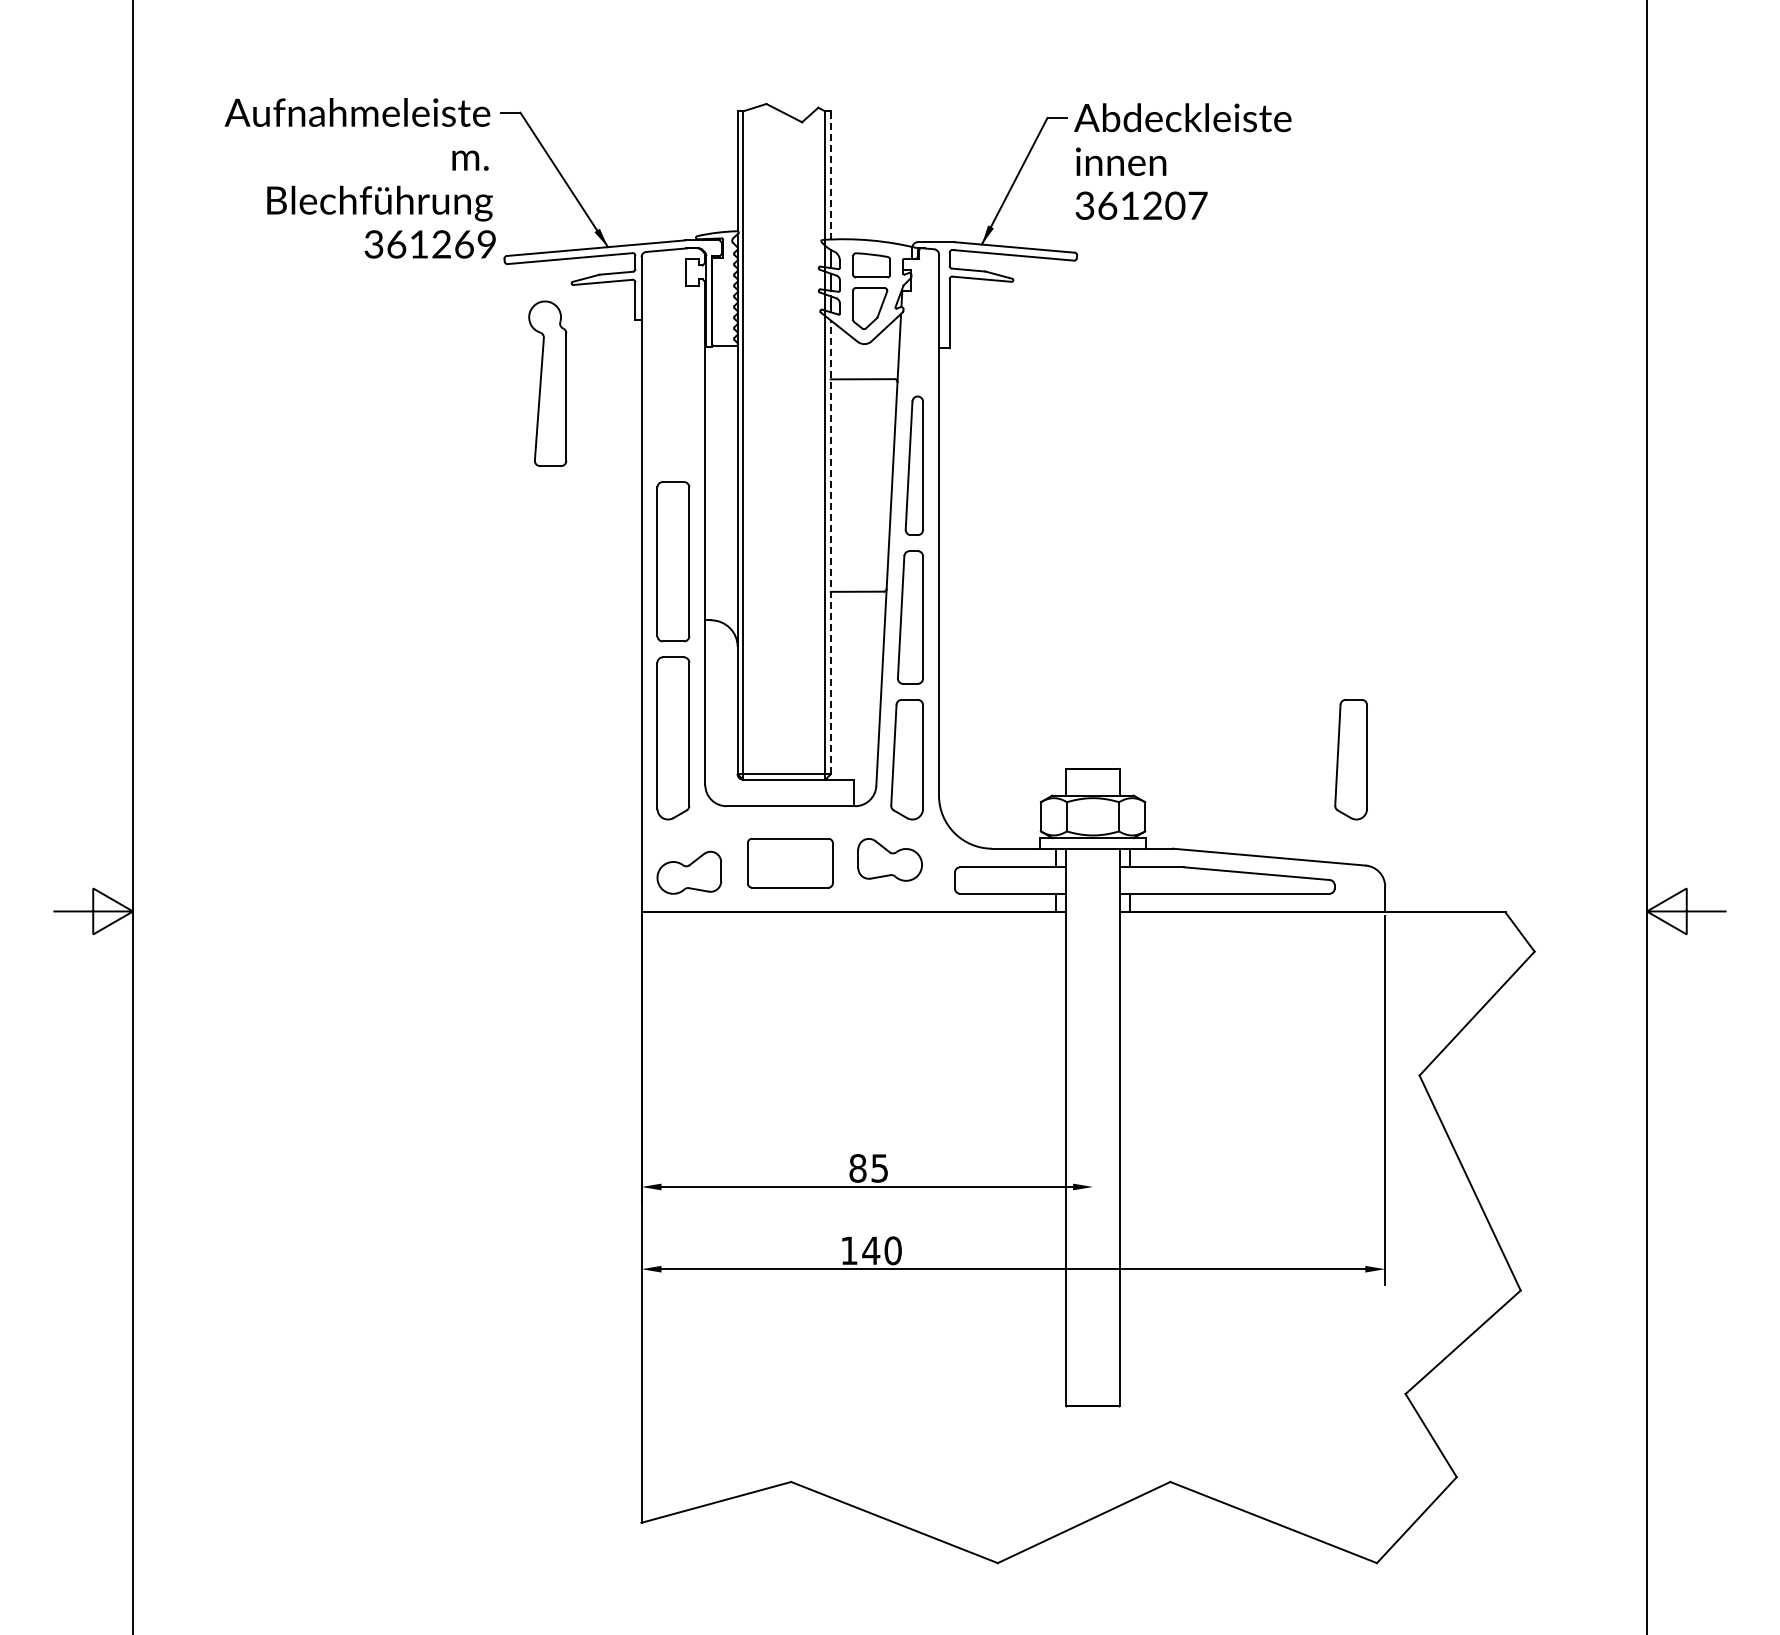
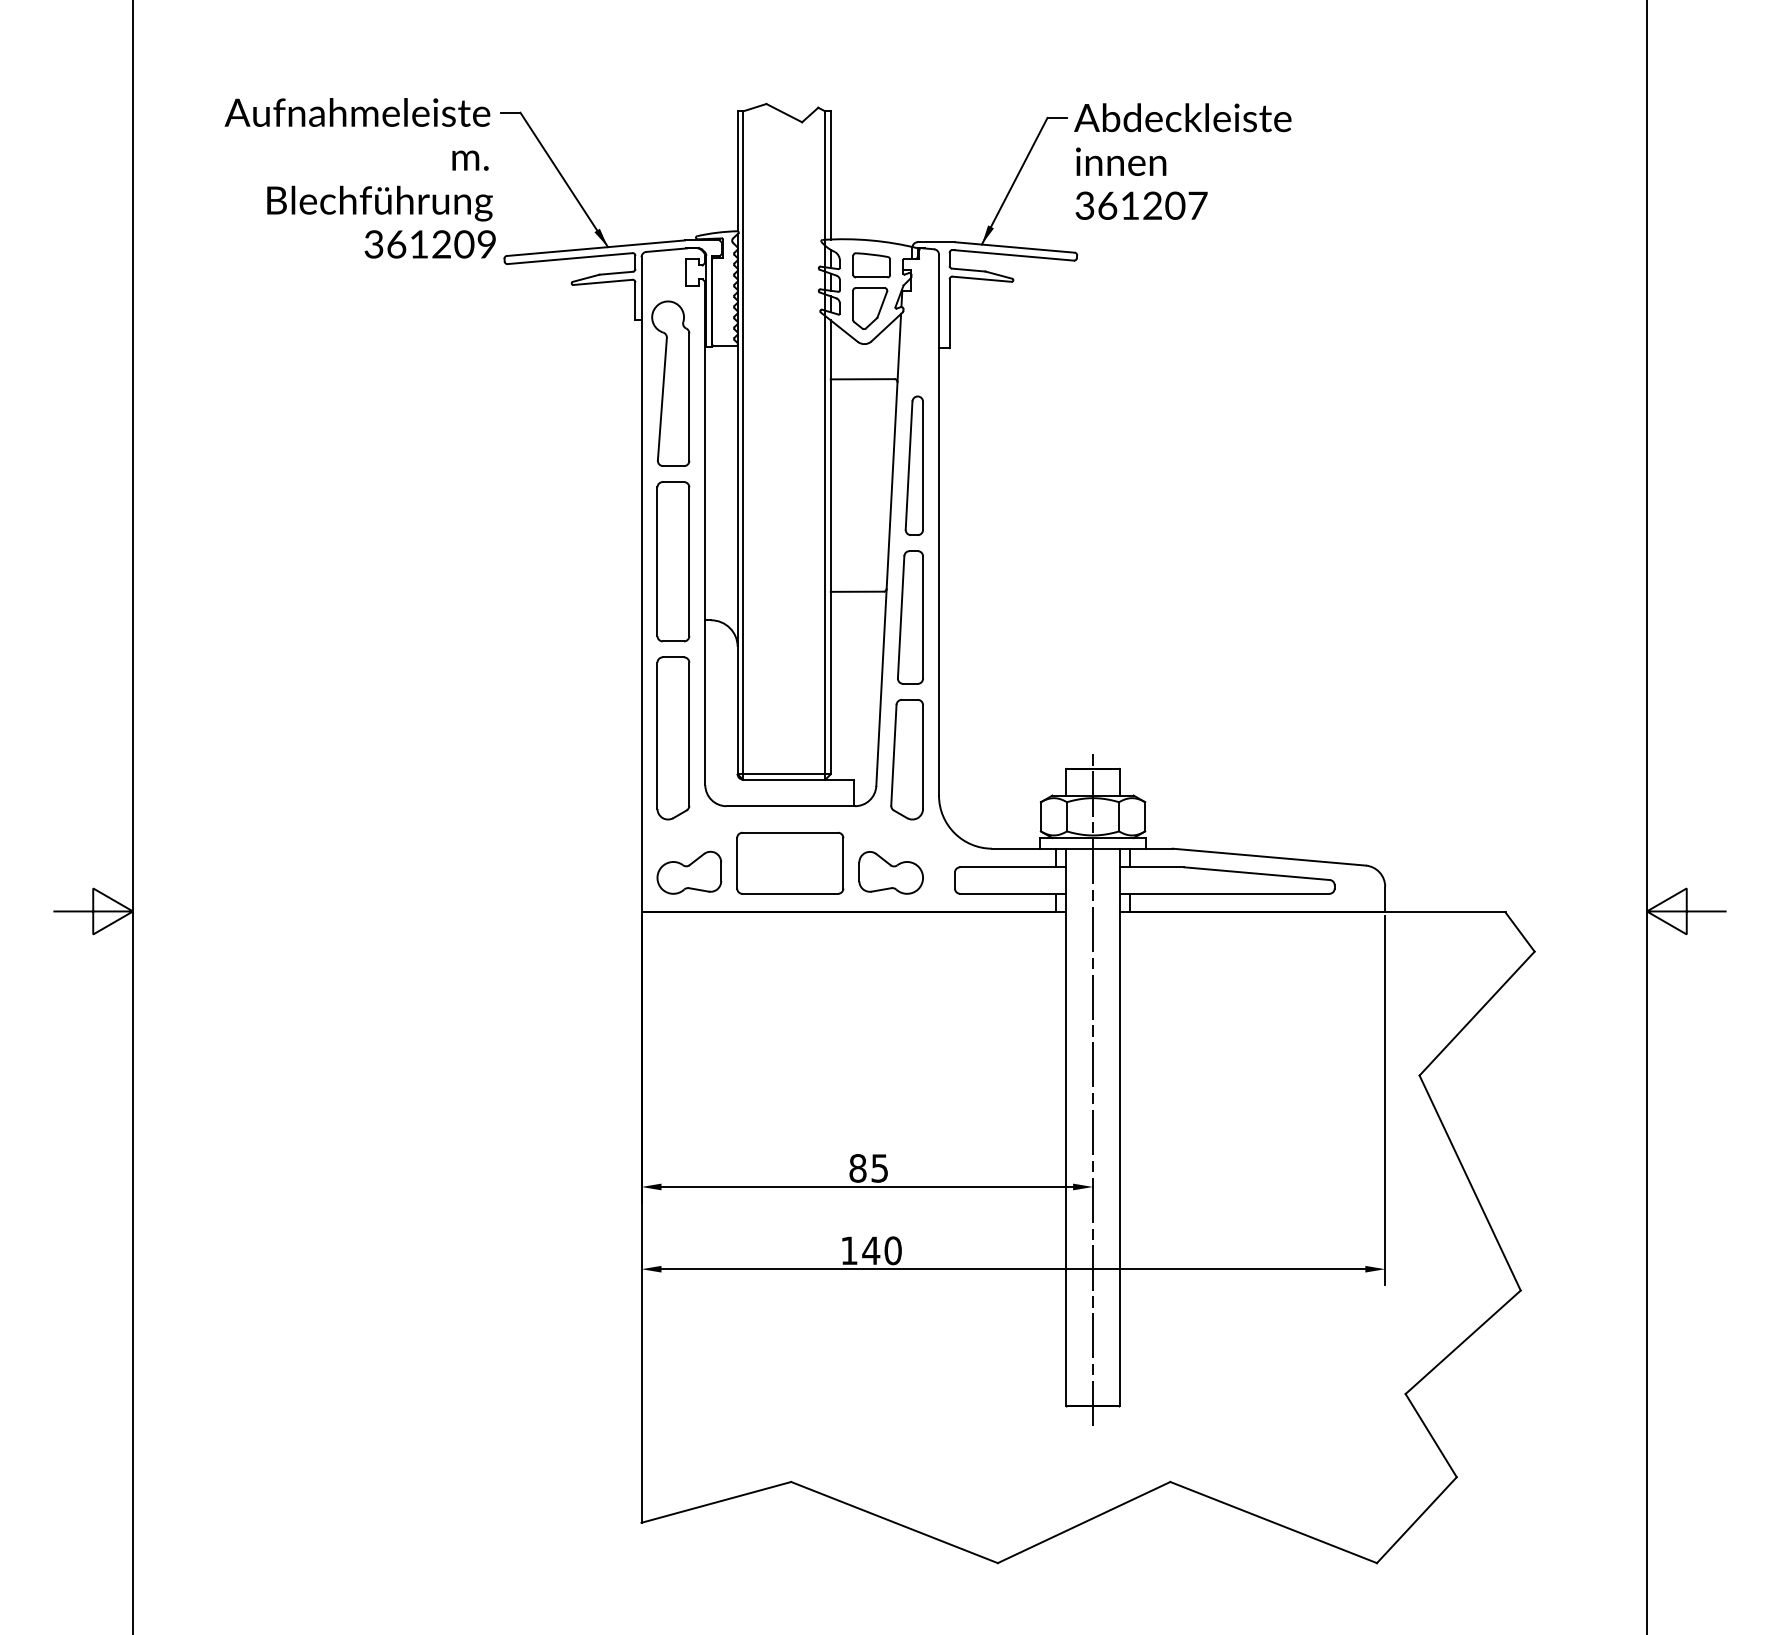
line at (830, 174): dashed -> solid
text at (464, 244): 361269 -> 361209
part at (547, 383) position: (547, 383) -> (670, 383)
line at (830, 547): dashed -> solid
part at (1350, 759): present -> none
part at (889, 859) position: (889, 859) -> (890, 872)
part at (790, 863) size: 87x51 px -> 109x64 px
line at (1093, 1087): none -> present
